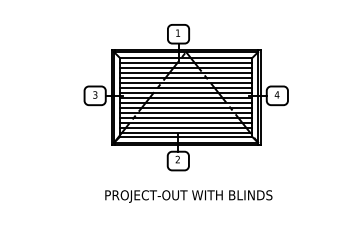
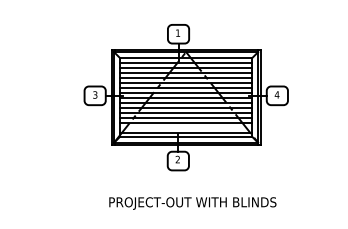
line at (186, 127): present -> none
text at (188, 196) position: (188, 196) -> (192, 203)
